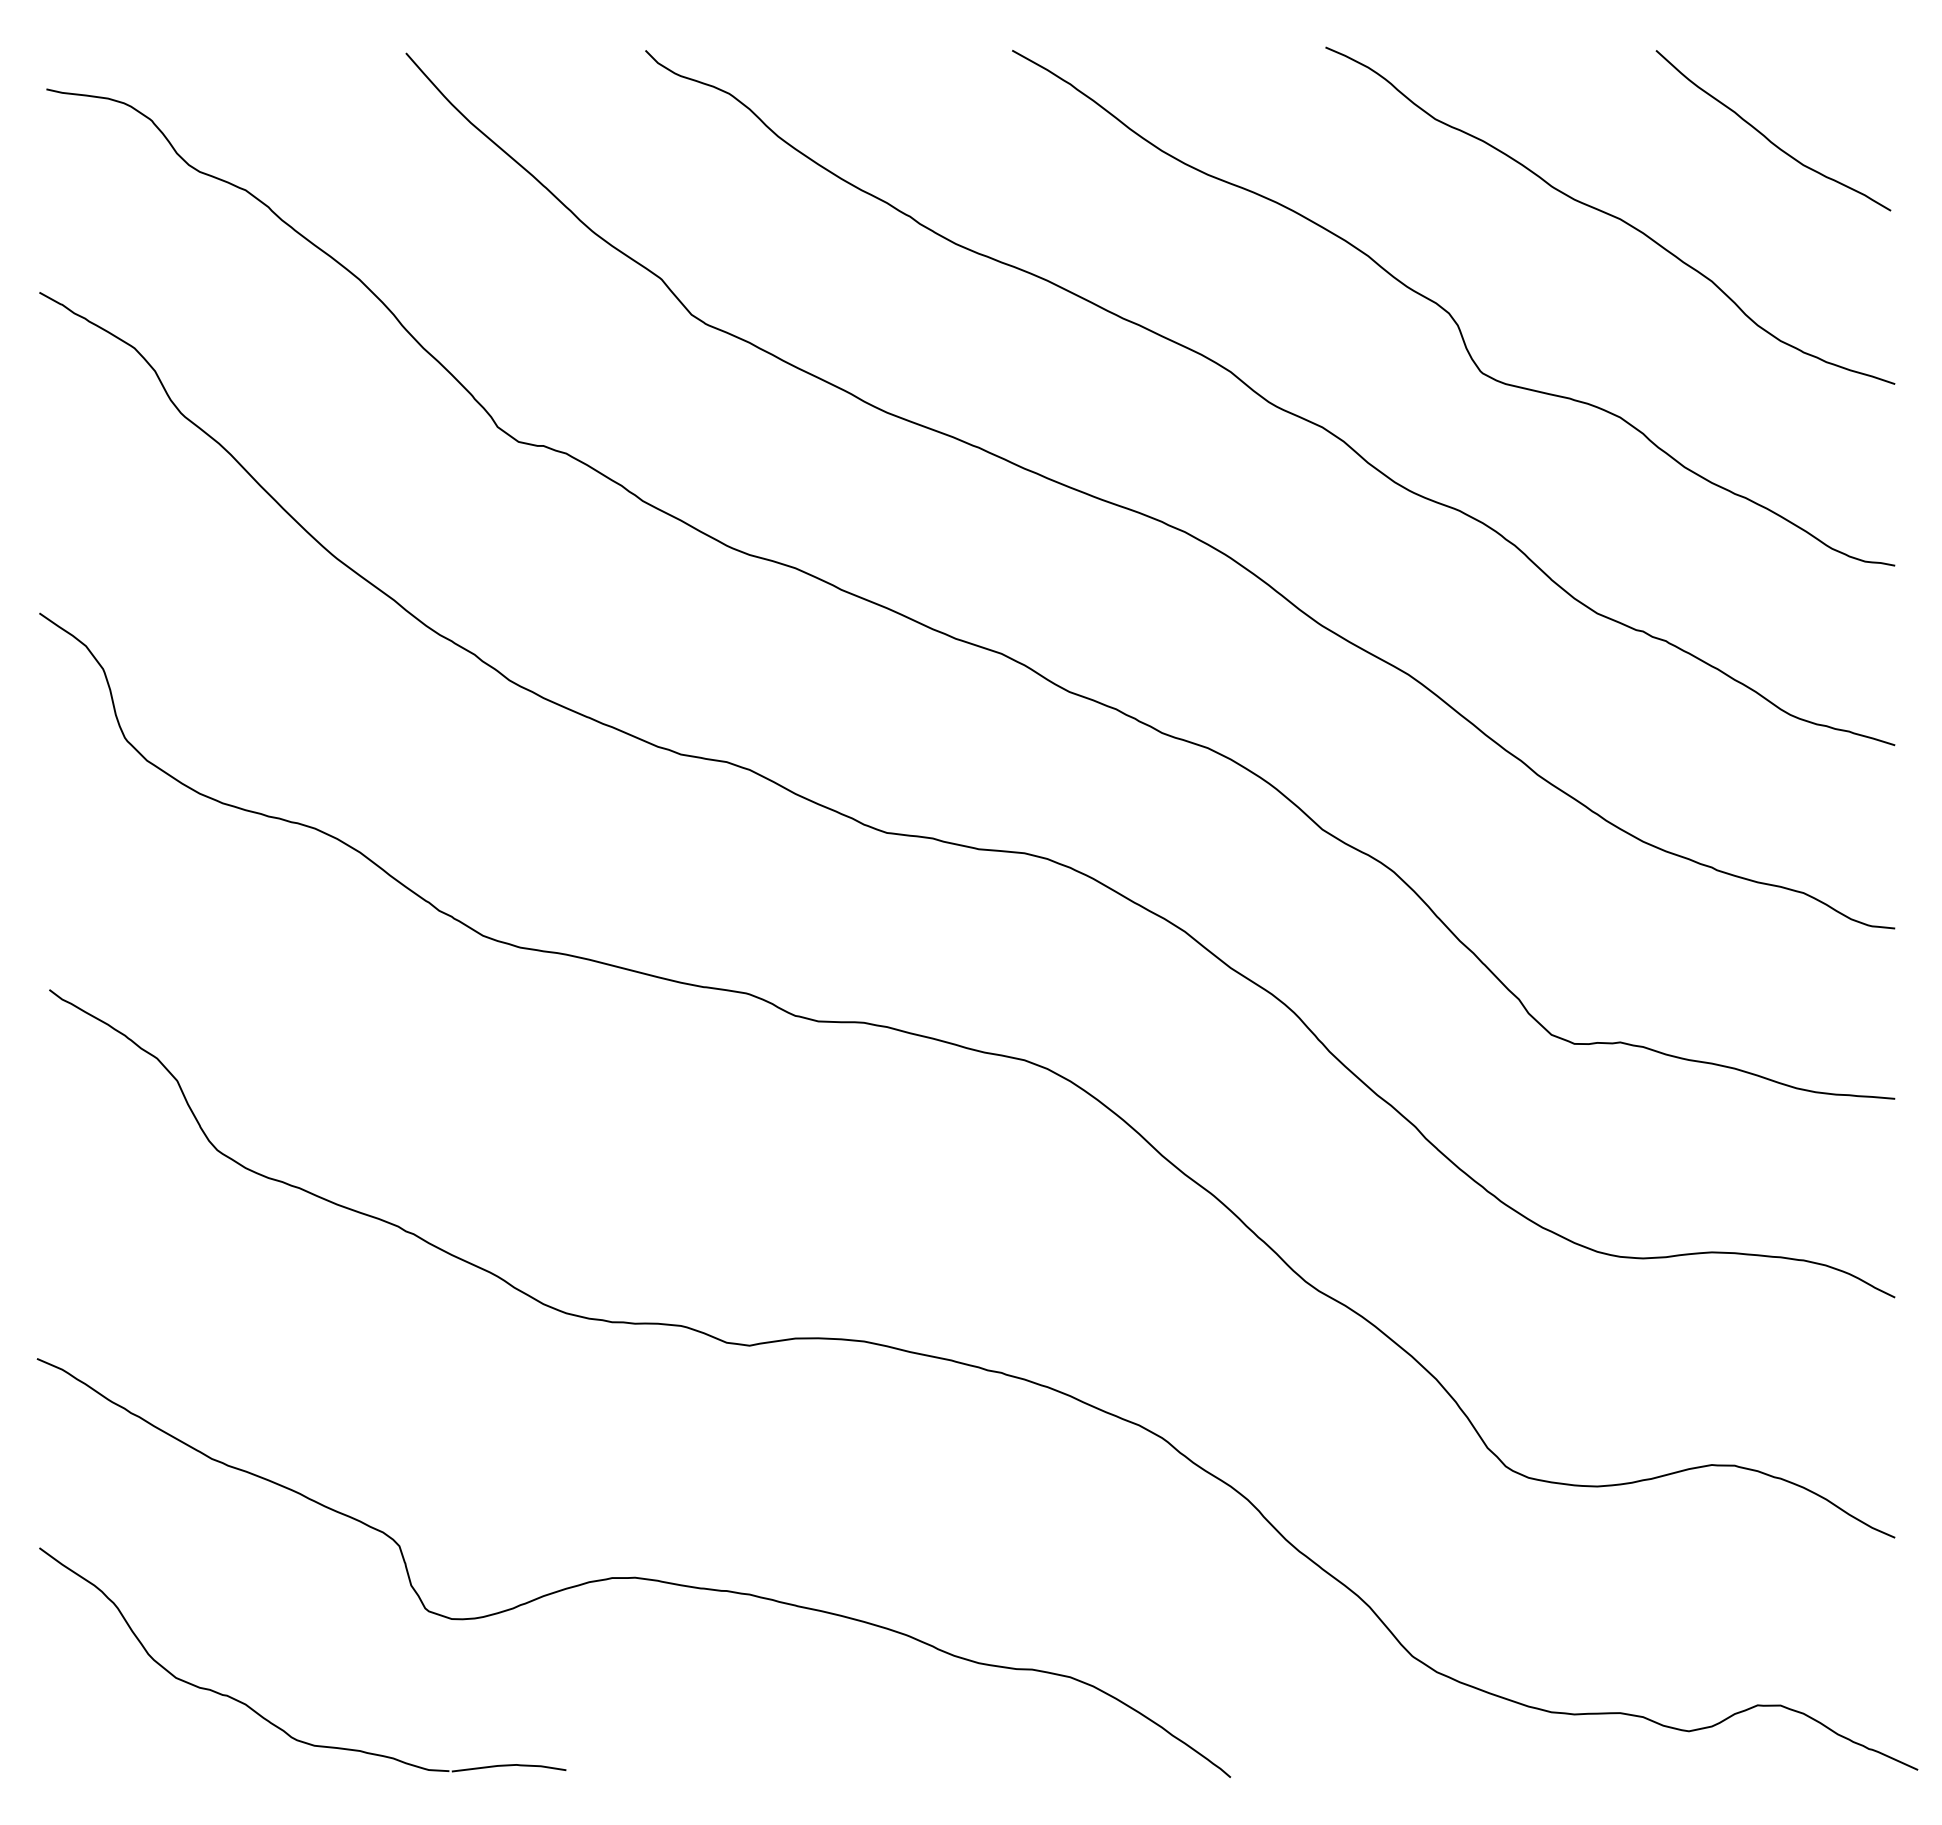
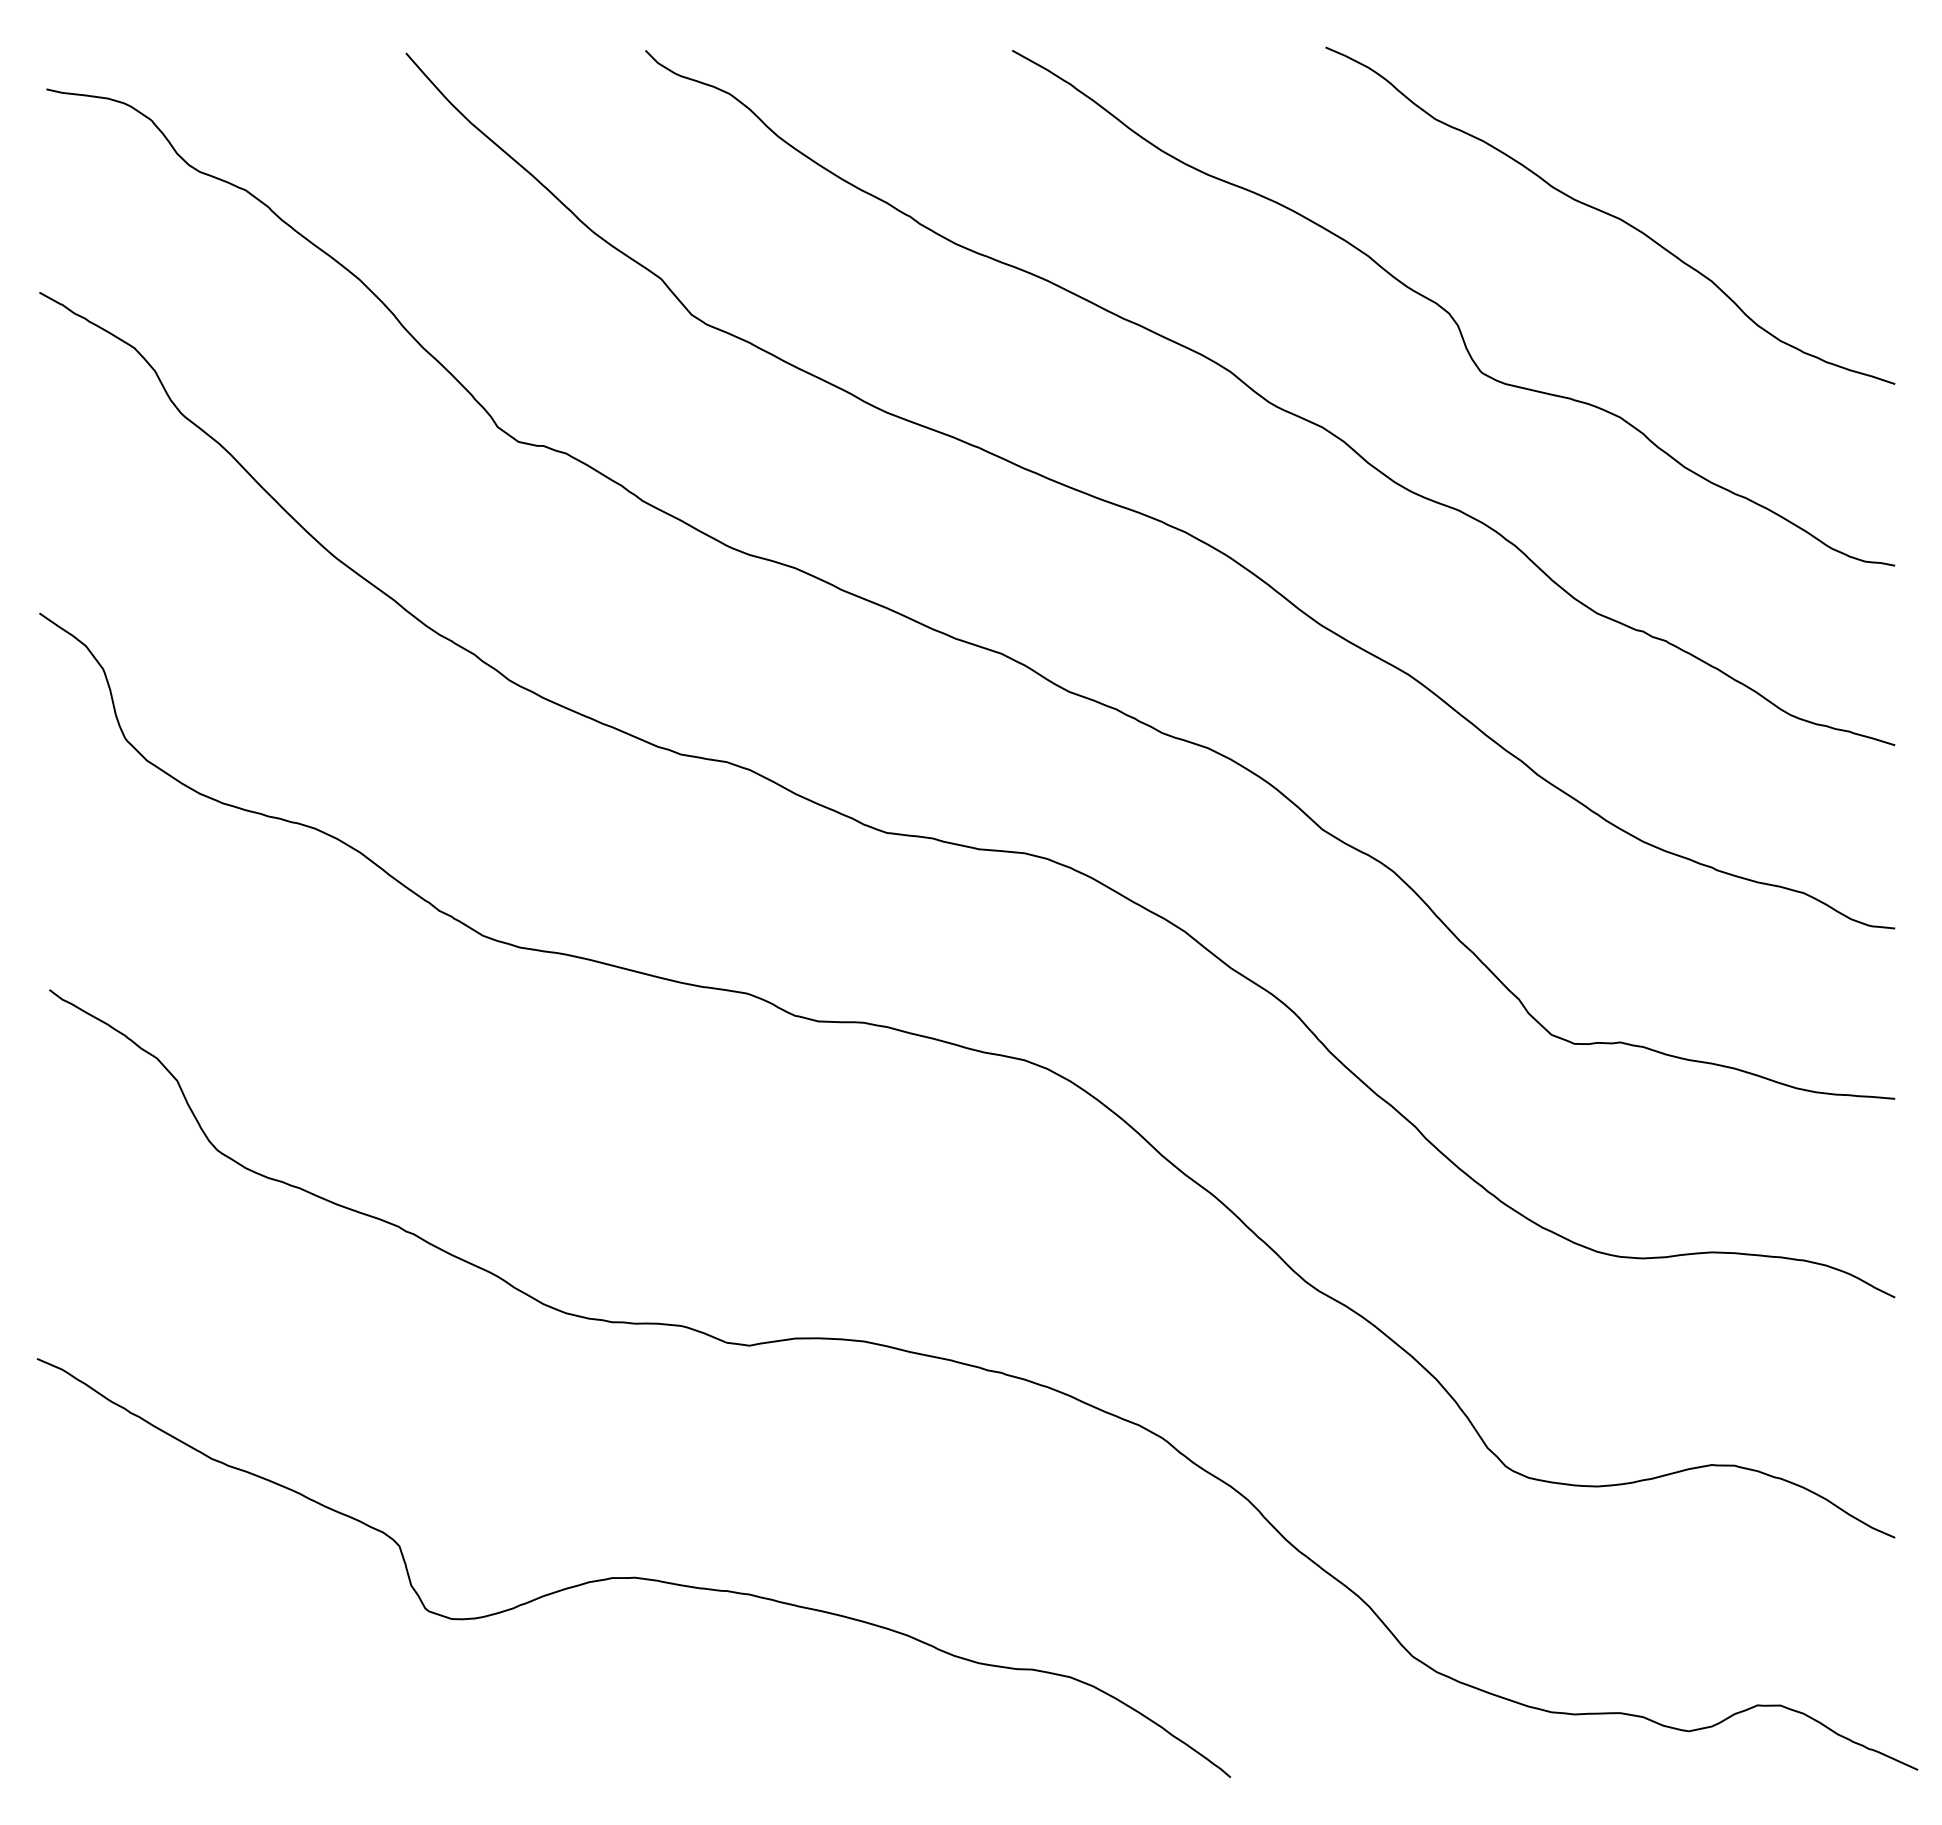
curve at (1766, 136): present -> none
part at (259, 1713): present -> none
